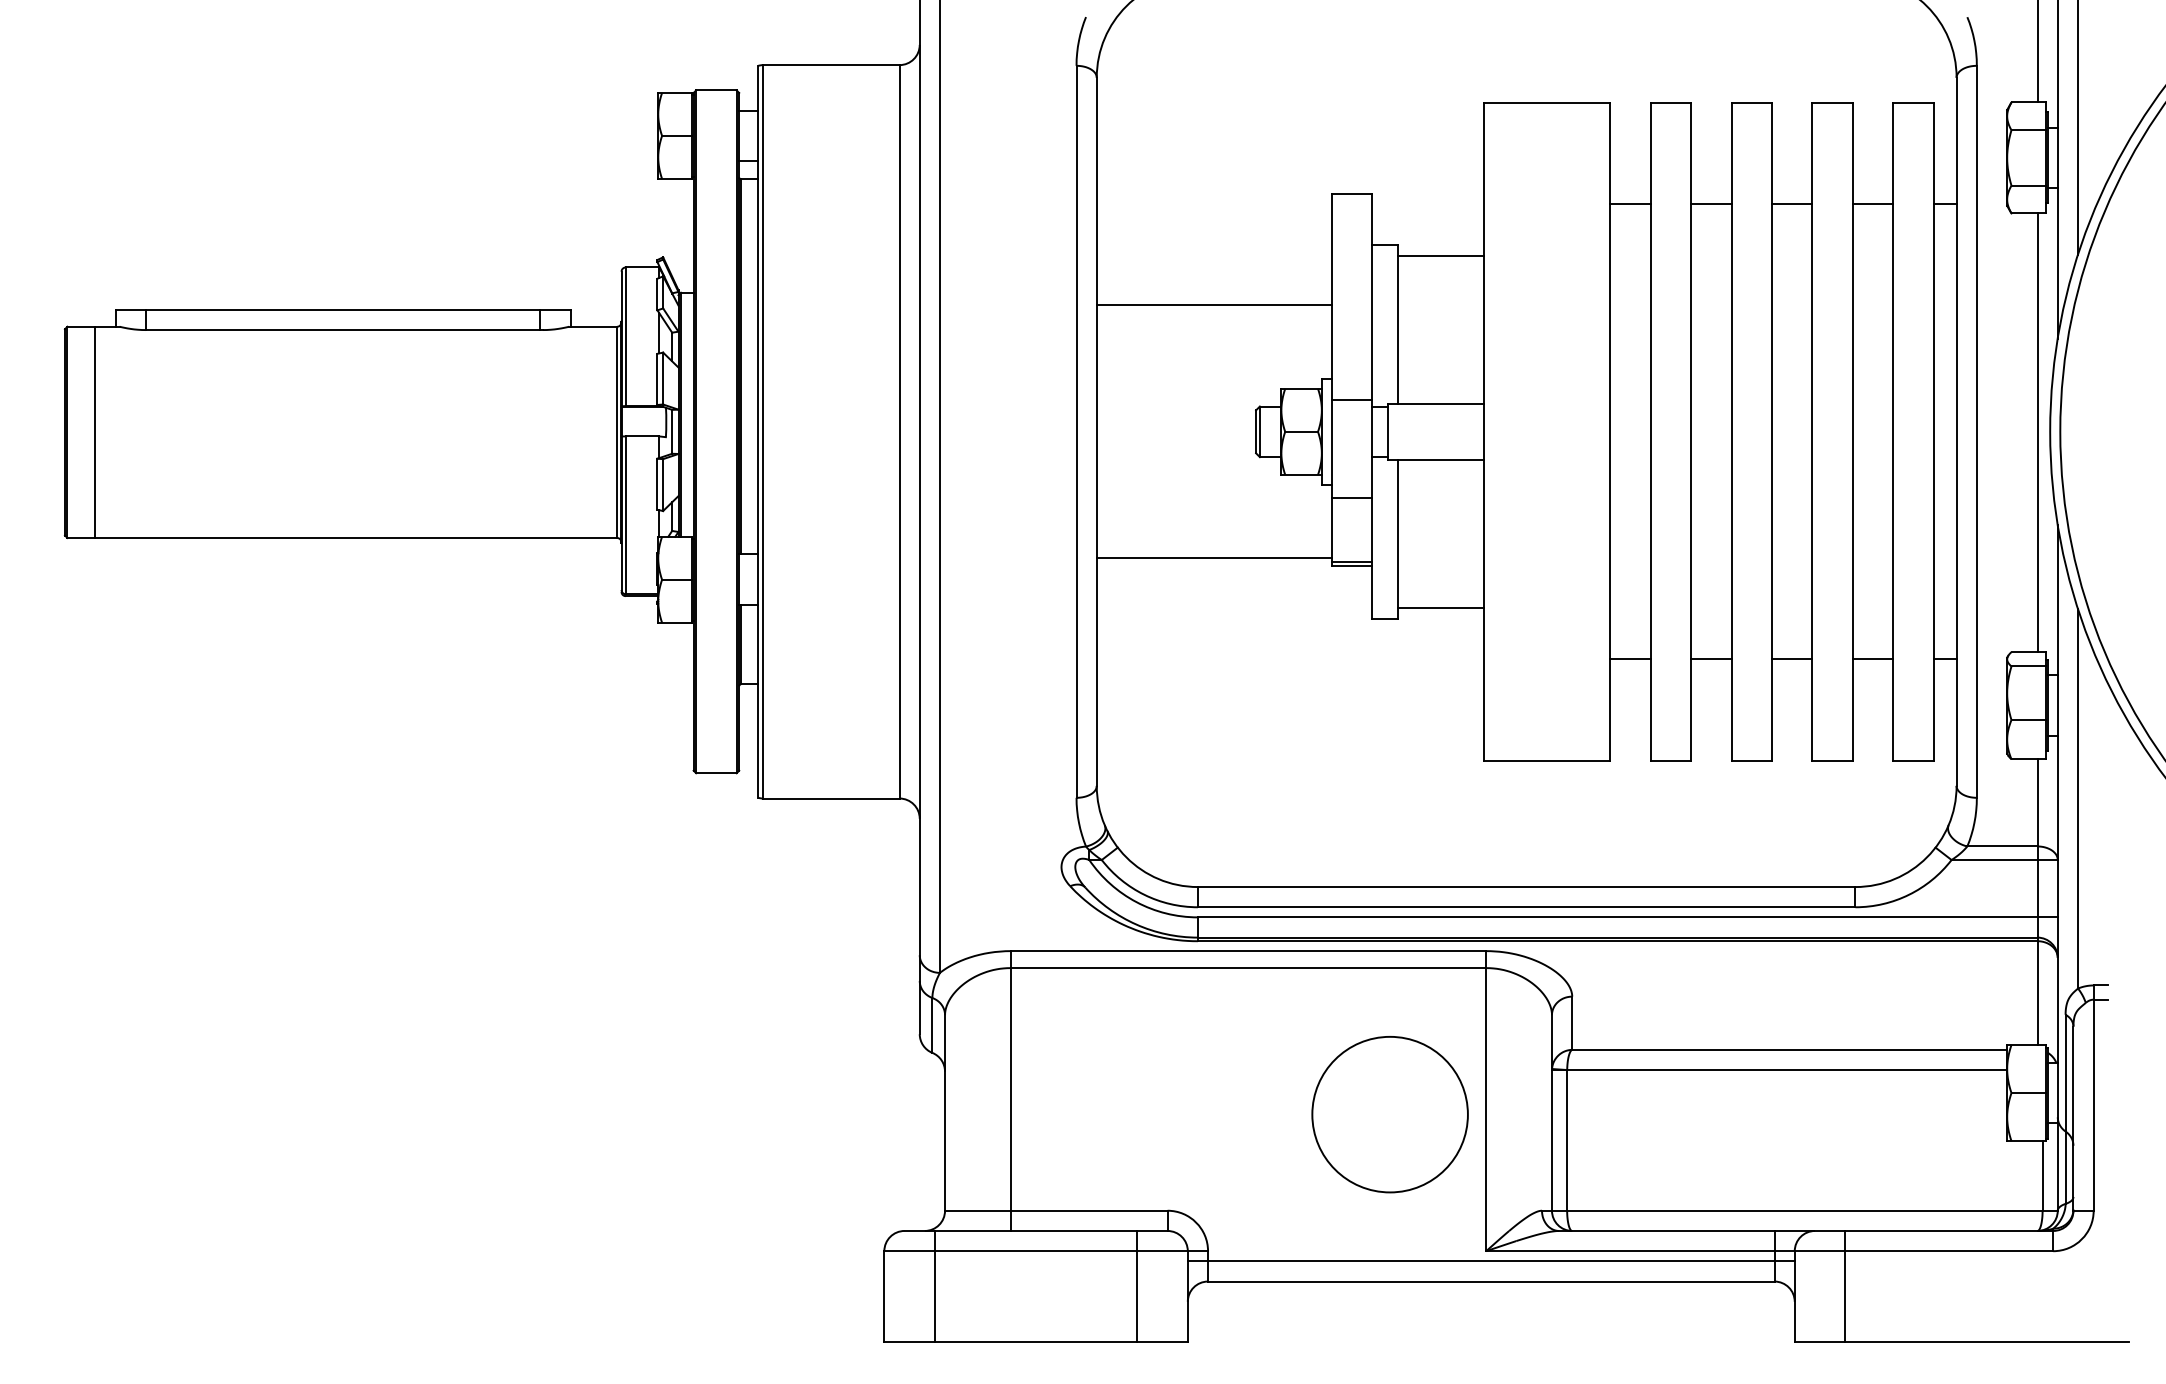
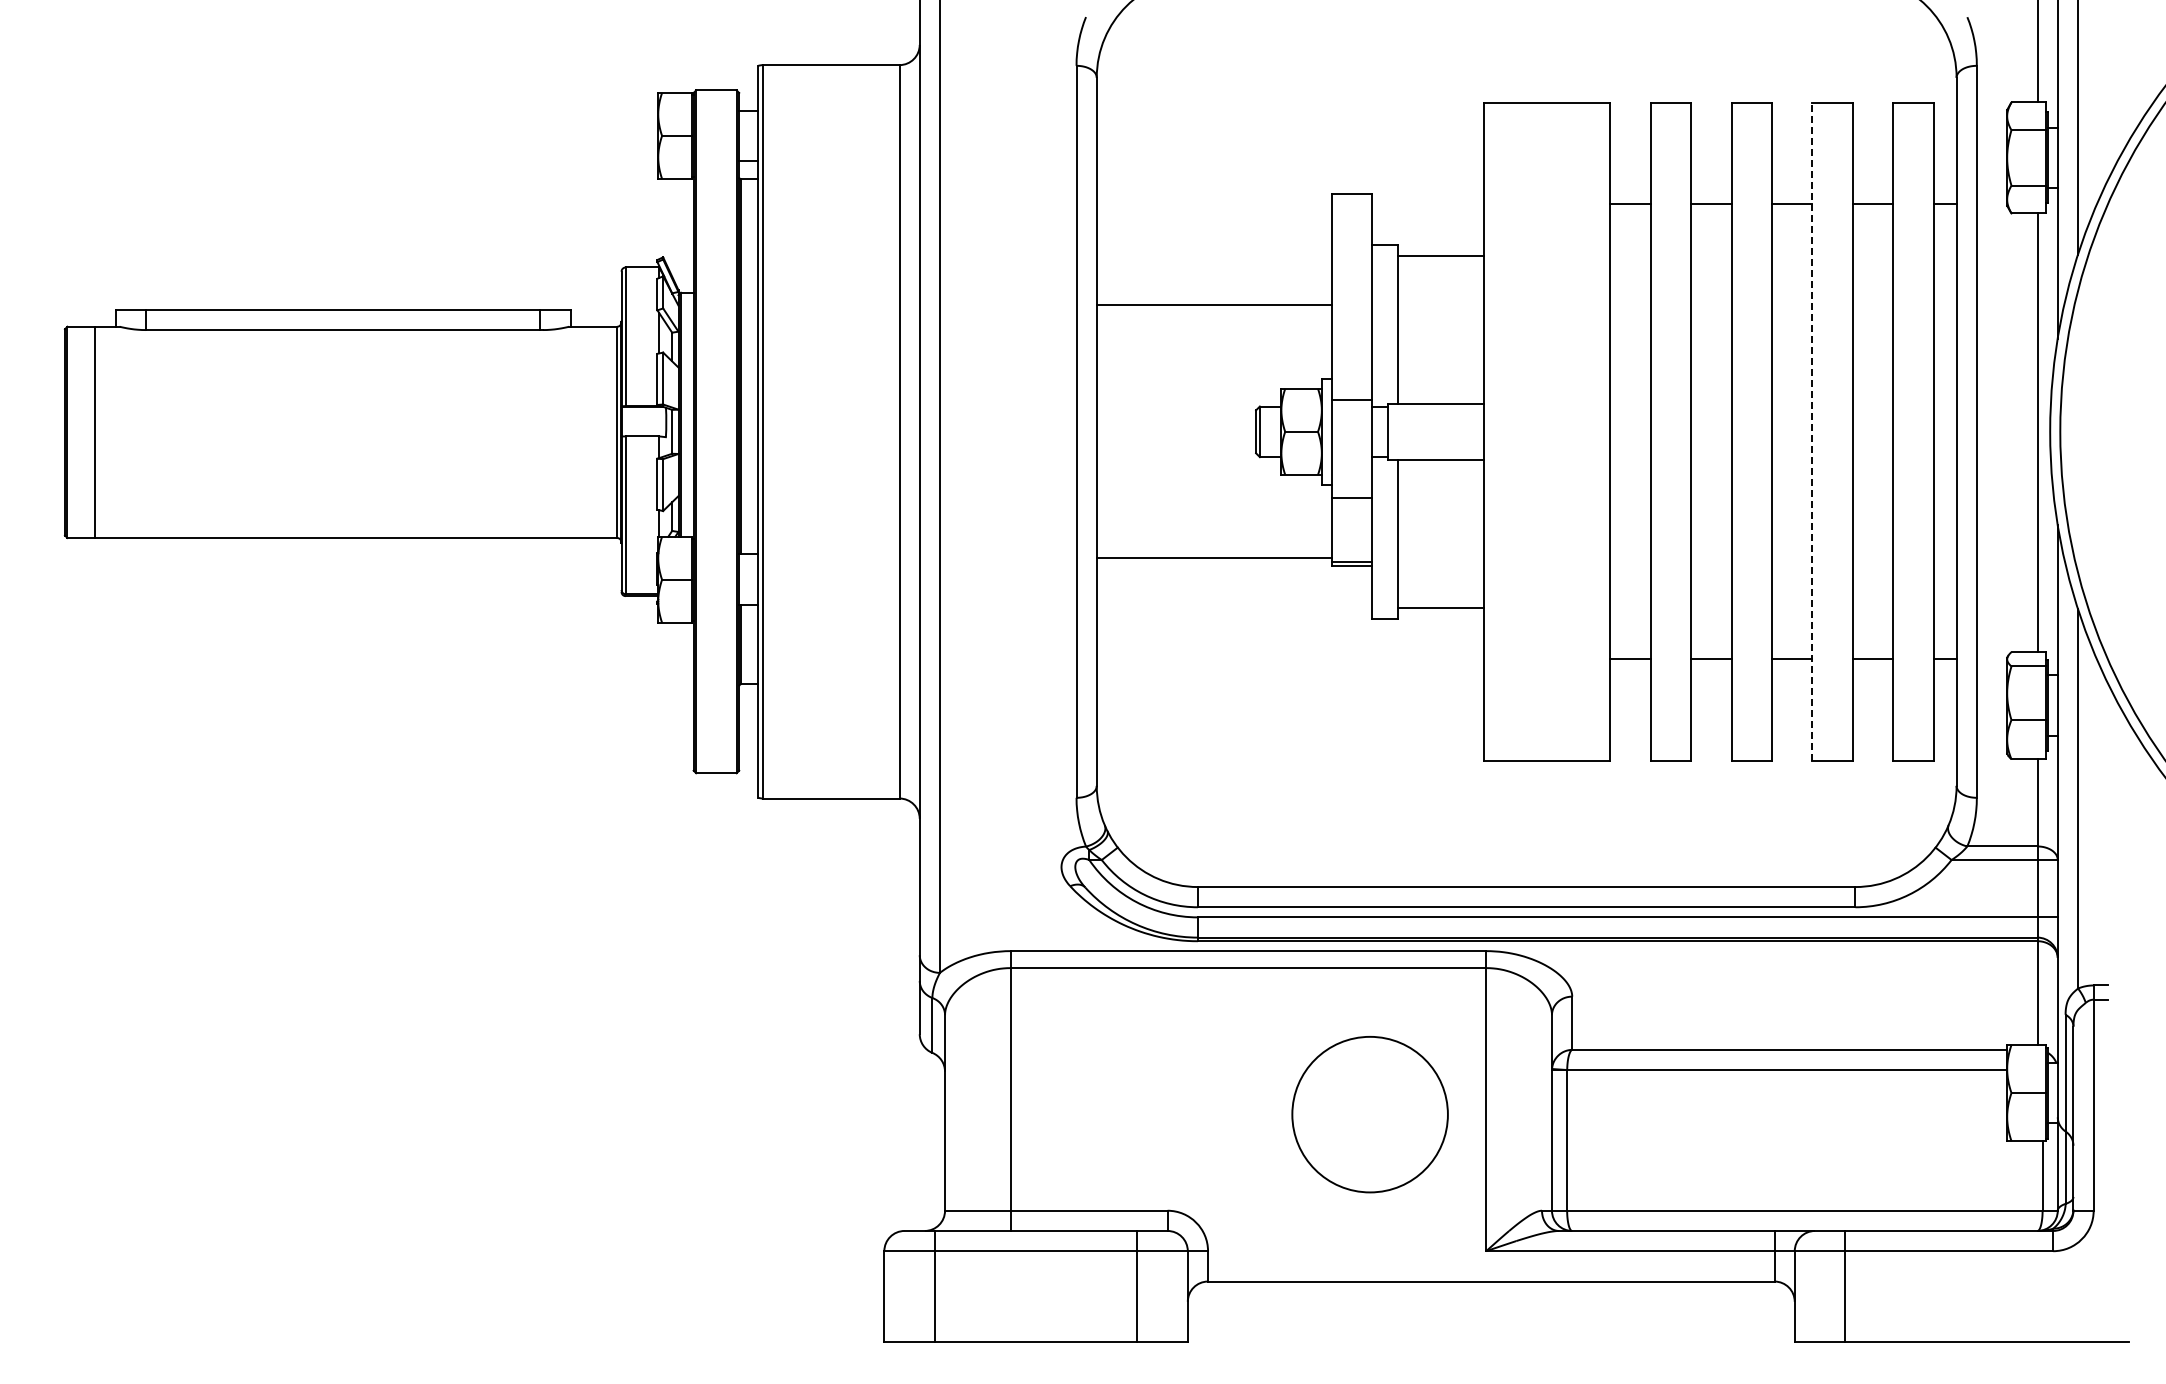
line at (1812, 431): solid -> dashed
circle at (1389, 1114) position: (1389, 1114) -> (1369, 1114)
line at (1490, 1261): present -> none
